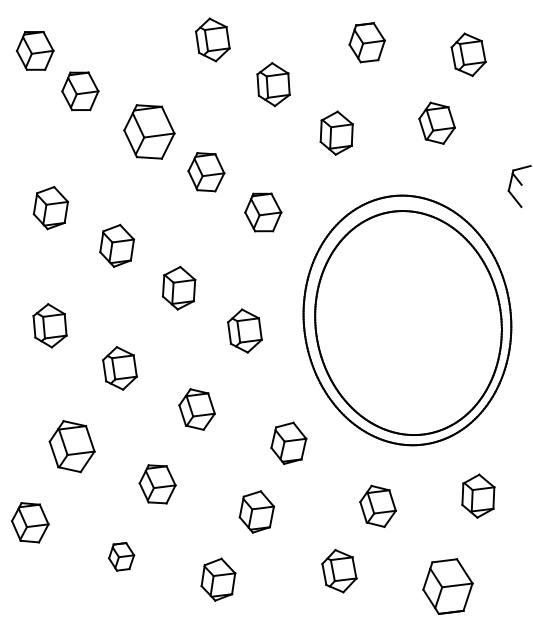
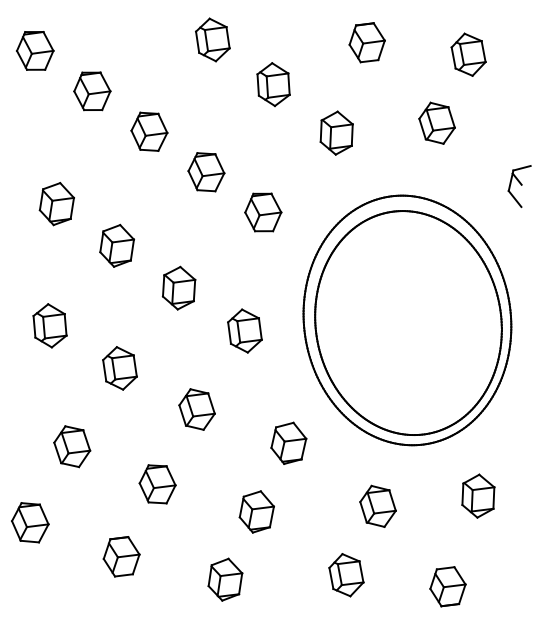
part at (80, 91) position: (80, 91) -> (92, 91)
part at (149, 131) size: 53x56 px -> 39x41 px
part at (50, 208) position: (50, 208) -> (56, 204)
part at (71, 446) size: 48x54 px -> 39x44 px
part at (121, 556) size: 28x30 px -> 39x42 px
part at (339, 571) position: (339, 571) -> (346, 575)
part at (218, 579) position: (218, 579) -> (225, 579)
part at (447, 586) size: 52x57 px -> 38x42 px
